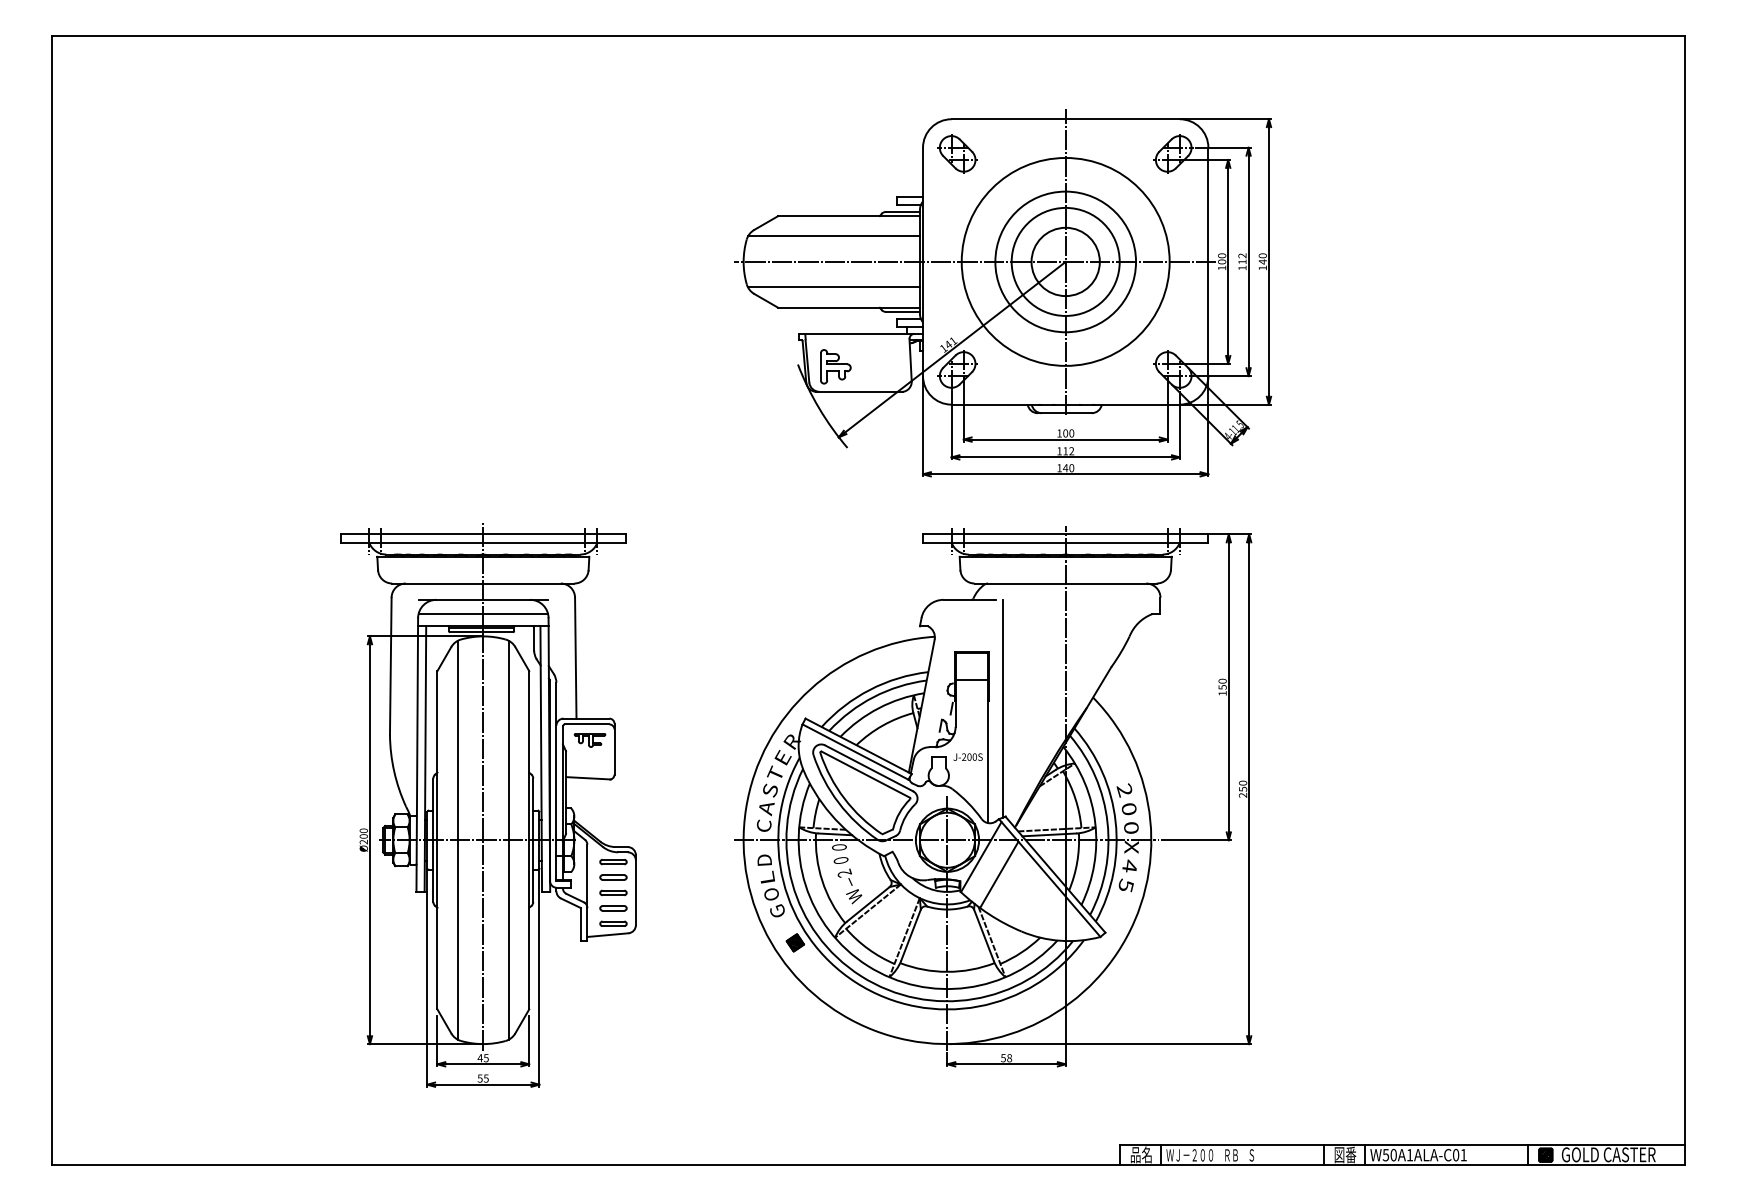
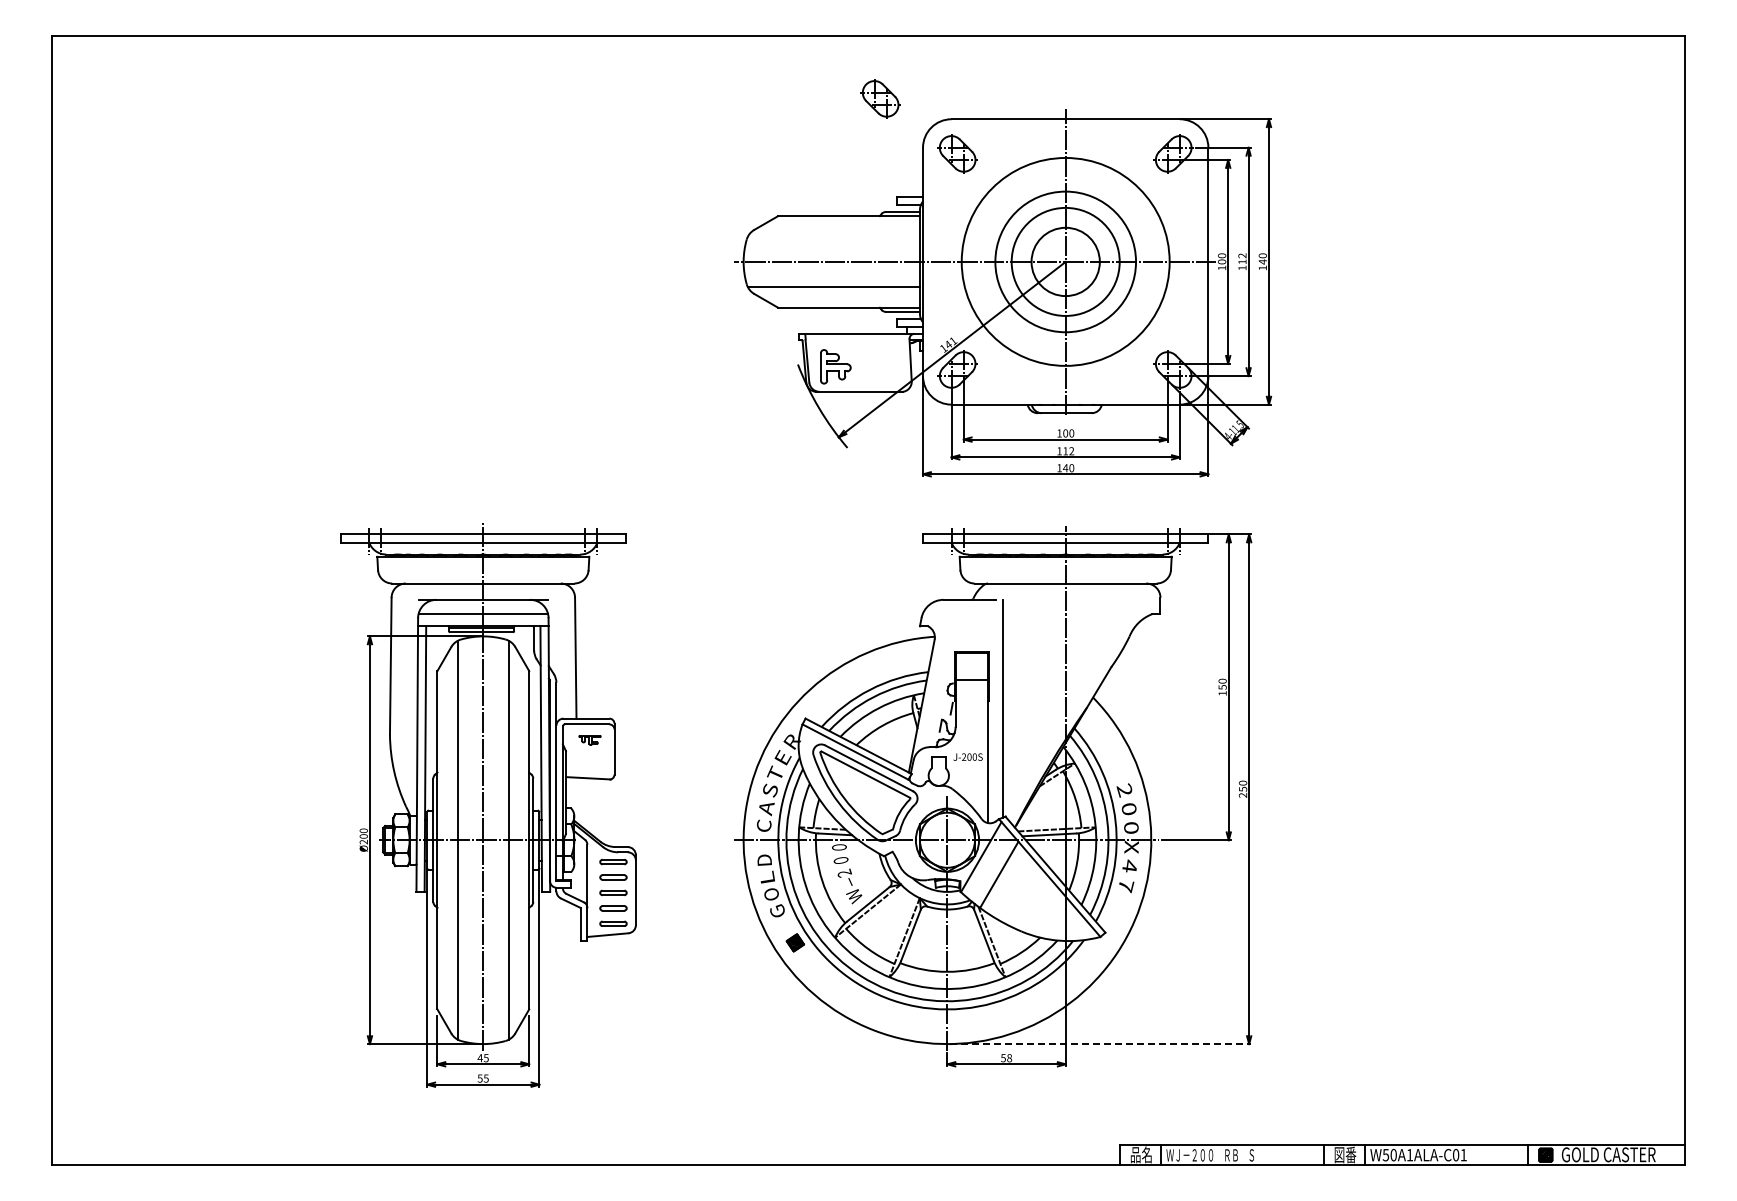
part at (880, 98): none -> present
line at (833, 236): present -> none
part at (589, 740) size: 34x15 px -> 24x11 px
text at (1126, 885): 5 -> 7
line at (1100, 1044): solid -> dashed
